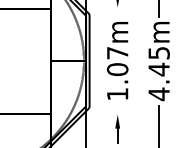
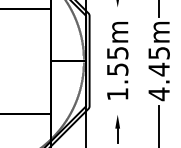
text at (117, 61): 1.07m -> 1.55m
